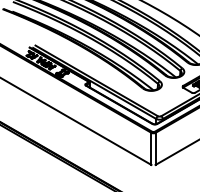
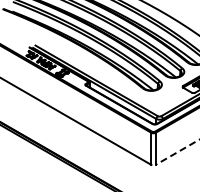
line at (177, 152): solid -> dashed
